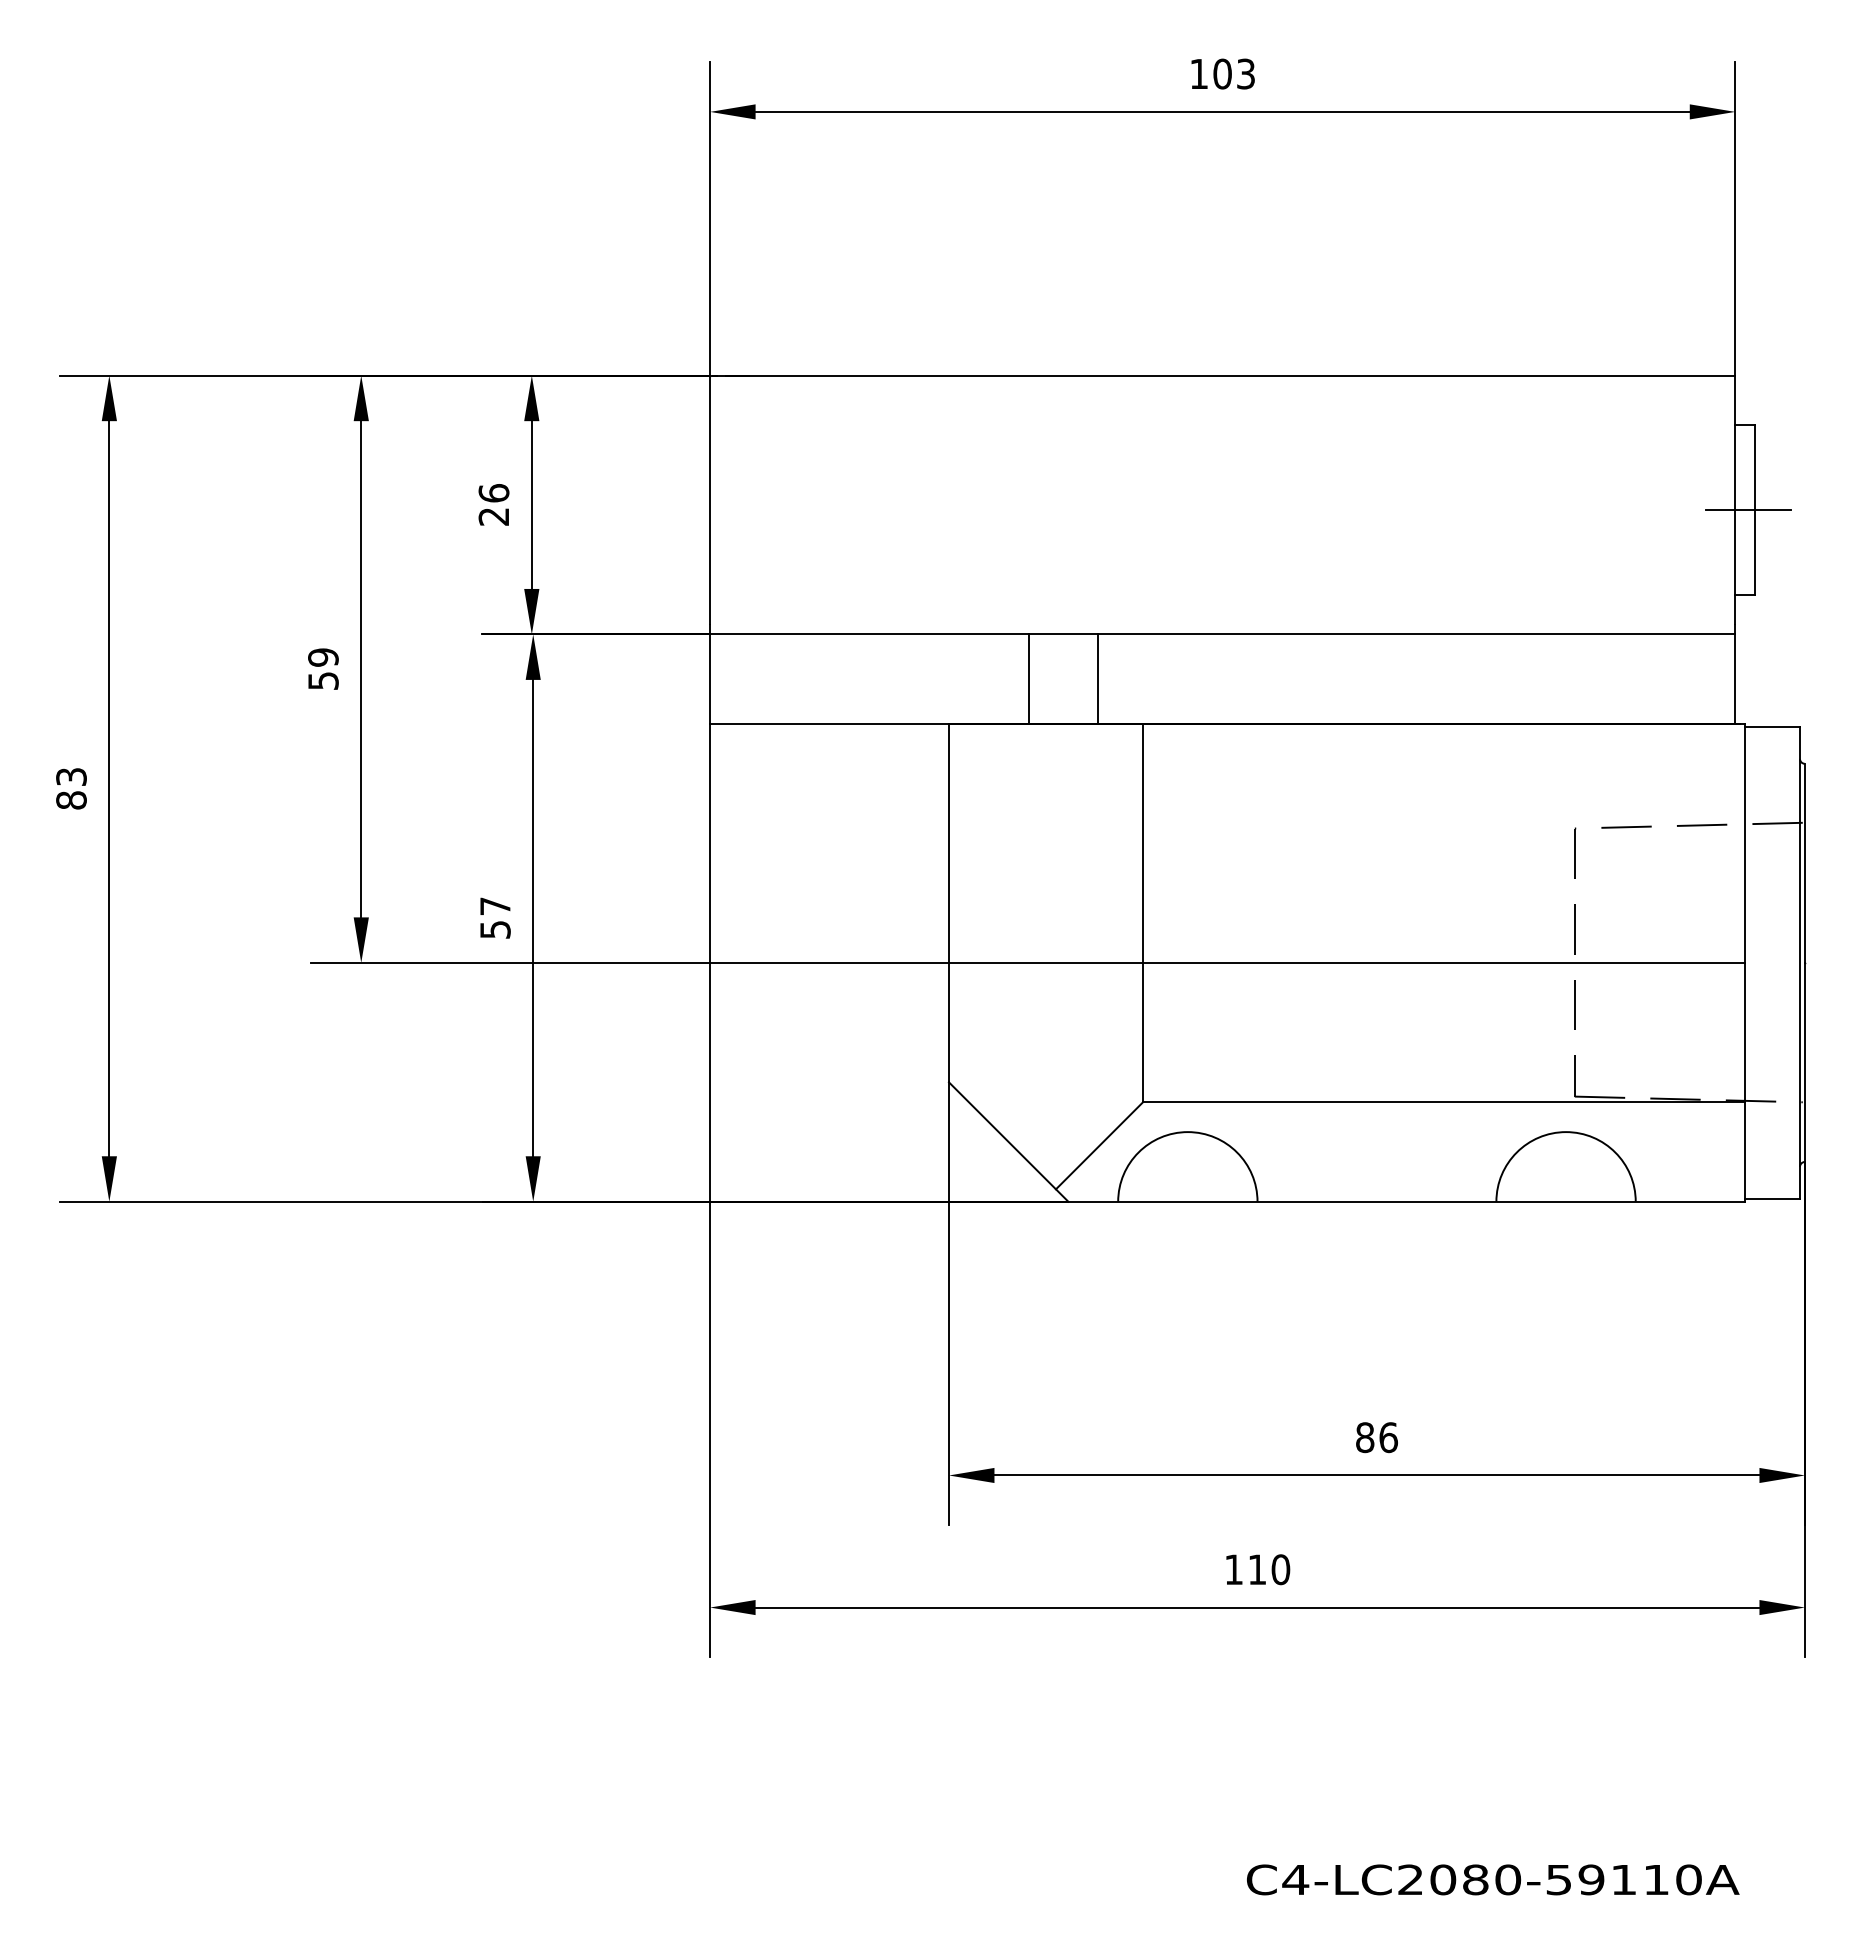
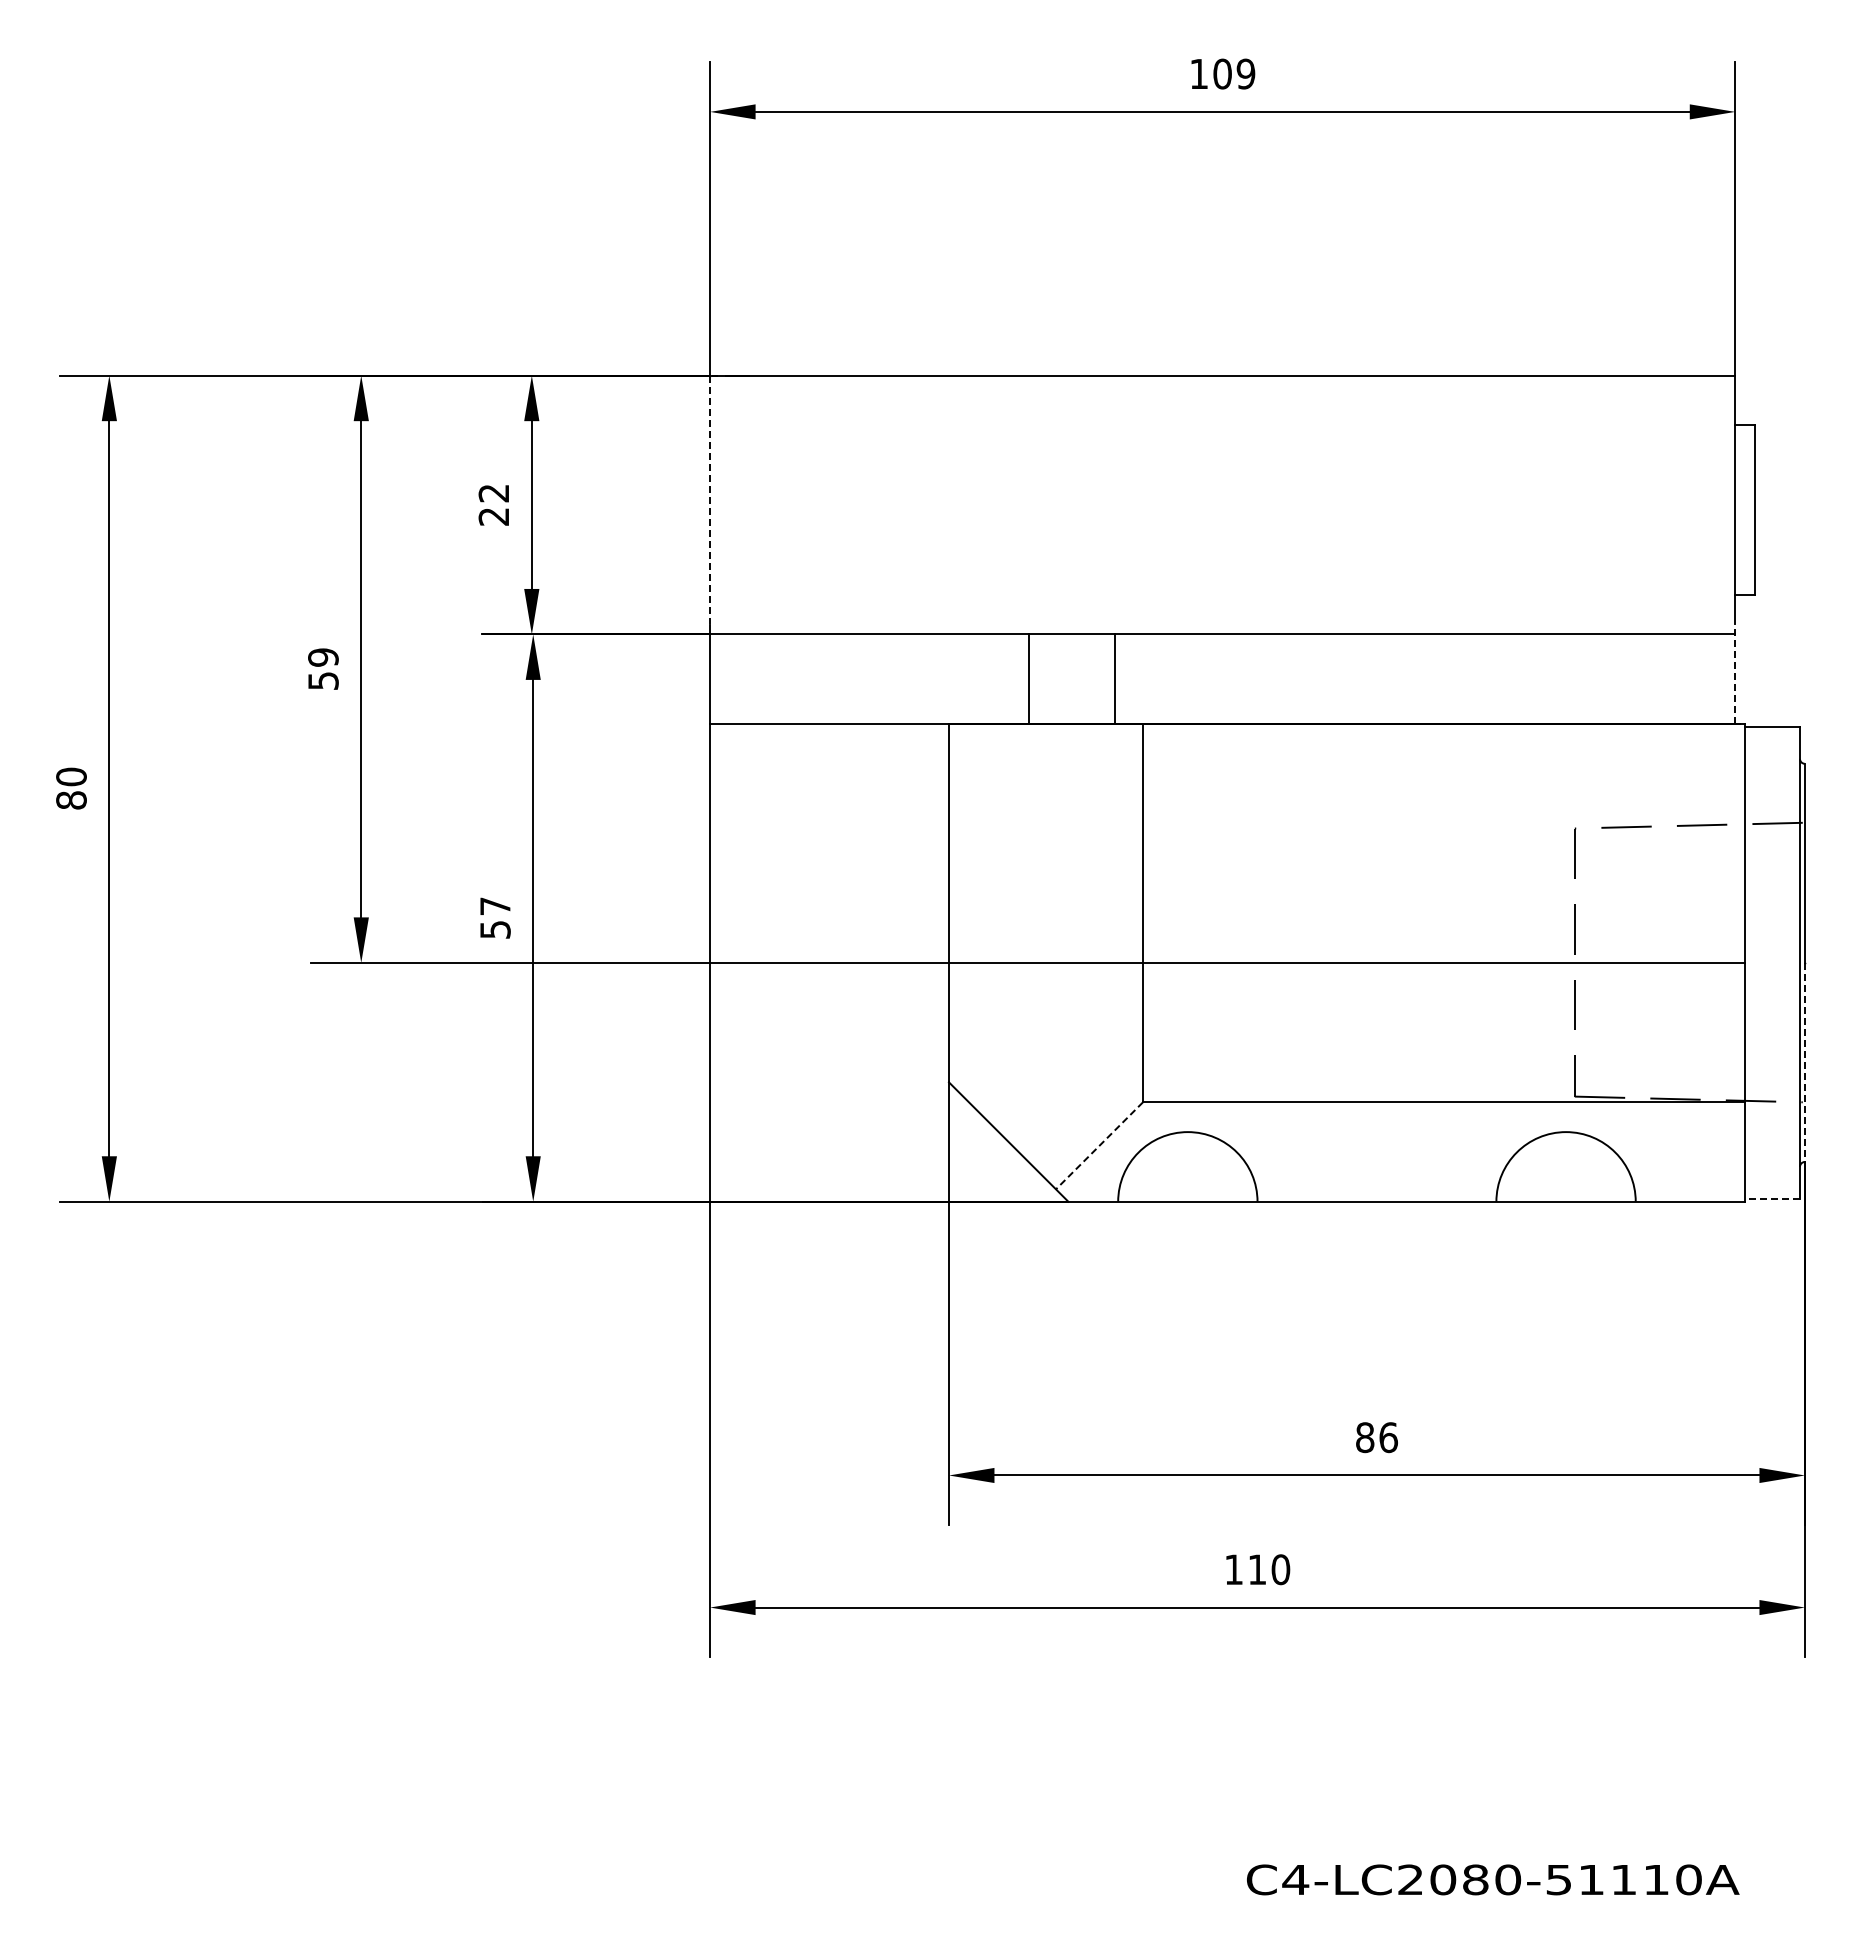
text at (1245, 73): 103 -> 109
text at (493, 493): 26 -> 22
line at (710, 500): solid -> dashed
line at (1748, 510): present -> none
line at (1735, 674): solid -> dashed
line at (1098, 679) position: (1098, 679) -> (1115, 679)
text at (71, 776): 83 -> 80
line at (1804, 1062): solid -> dashed
line at (1099, 1145): solid -> dashed
line at (1772, 1199): solid -> dashed
text at (1591, 1879): C4-LC2080-59110A -> C4-LC2080-51110A
